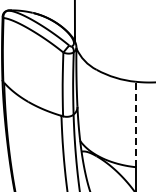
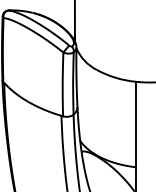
line at (135, 124): dashed -> solid
